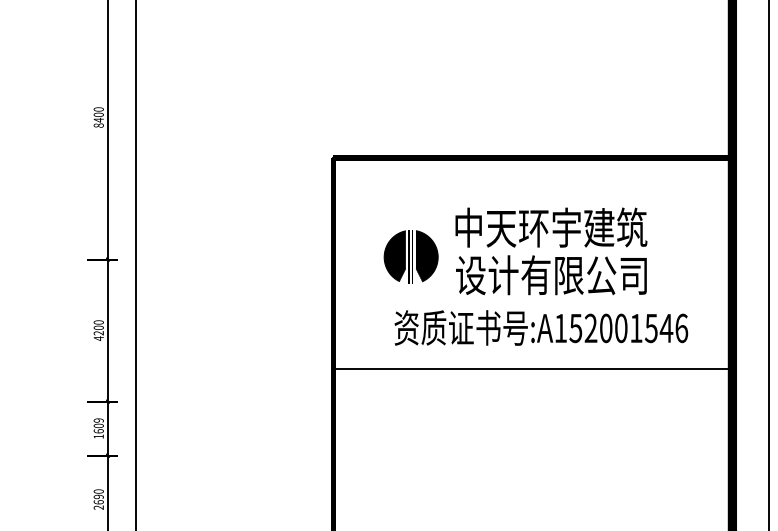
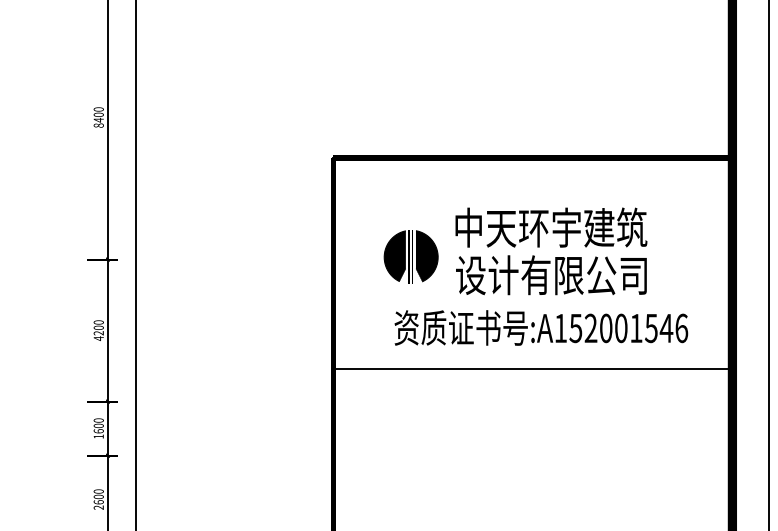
text at (98, 420): 1609 -> 1600
text at (98, 496): 2690 -> 2600
